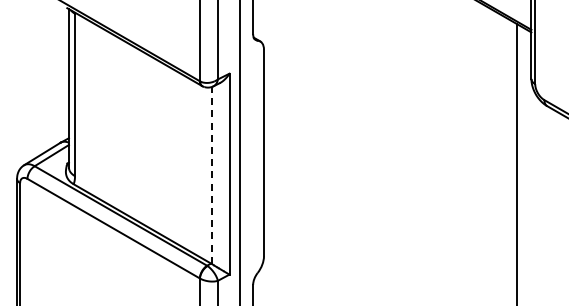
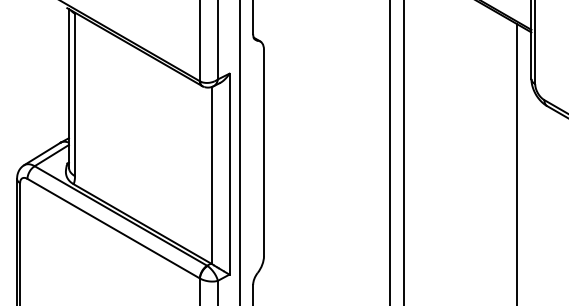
line at (389, 152): none -> present
line at (404, 152): none -> present
line at (211, 174): dashed -> solid
